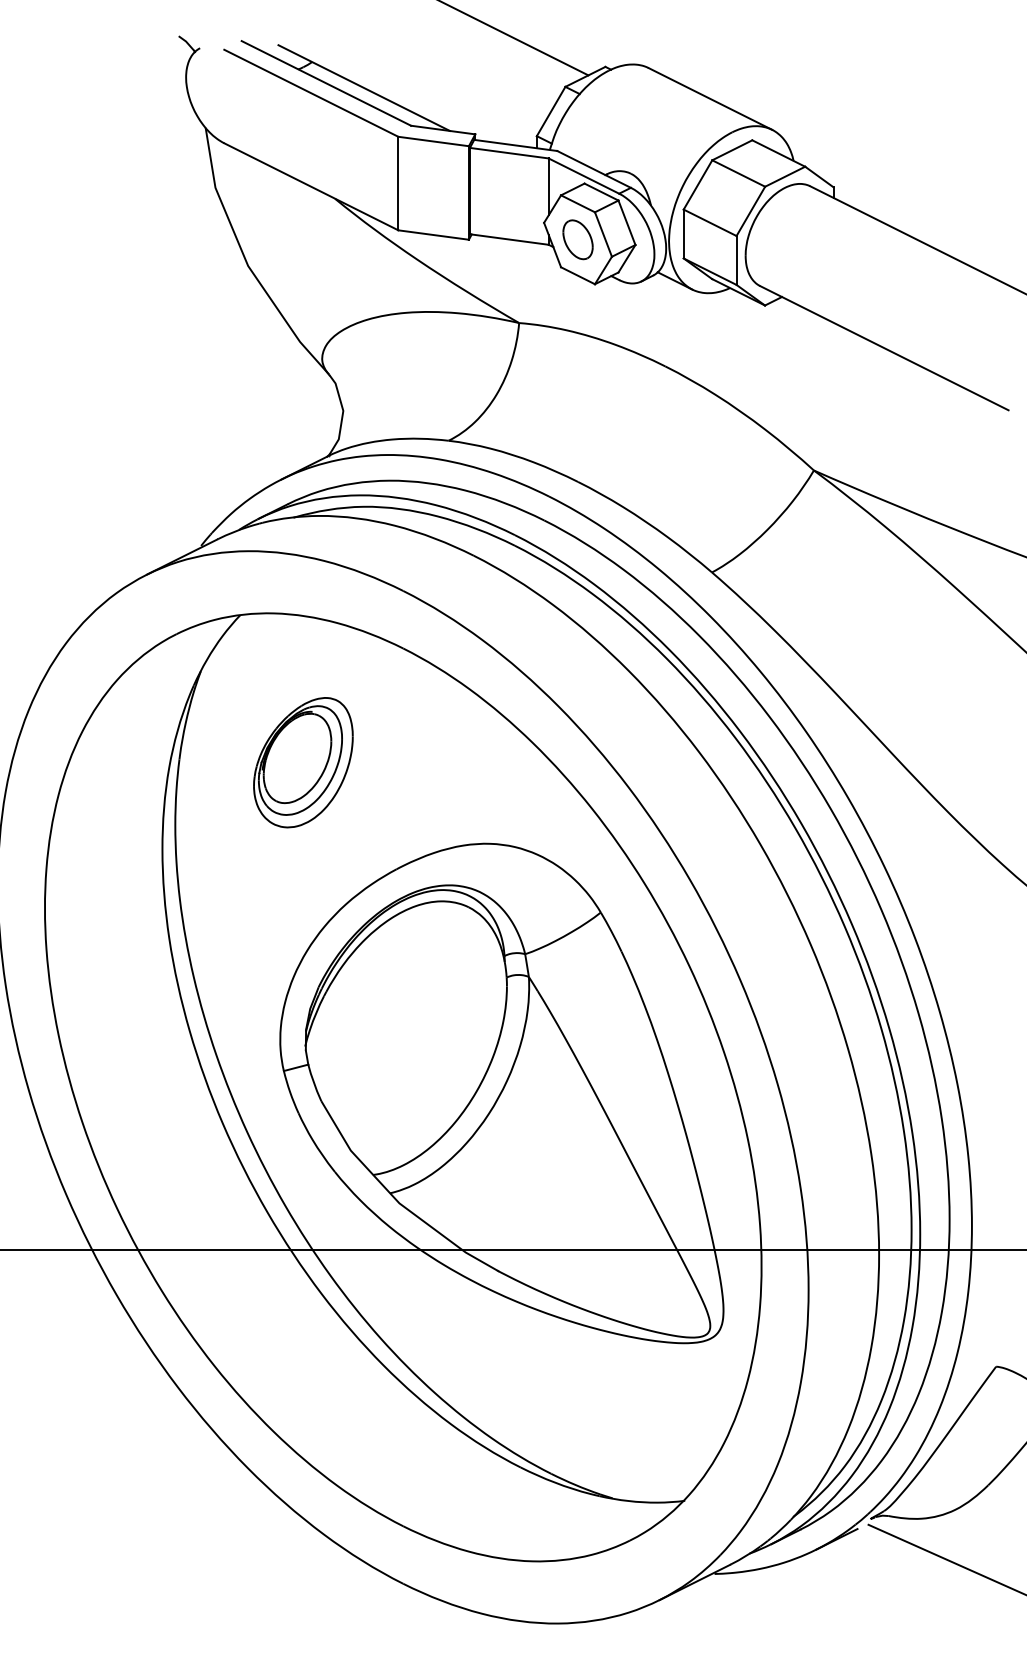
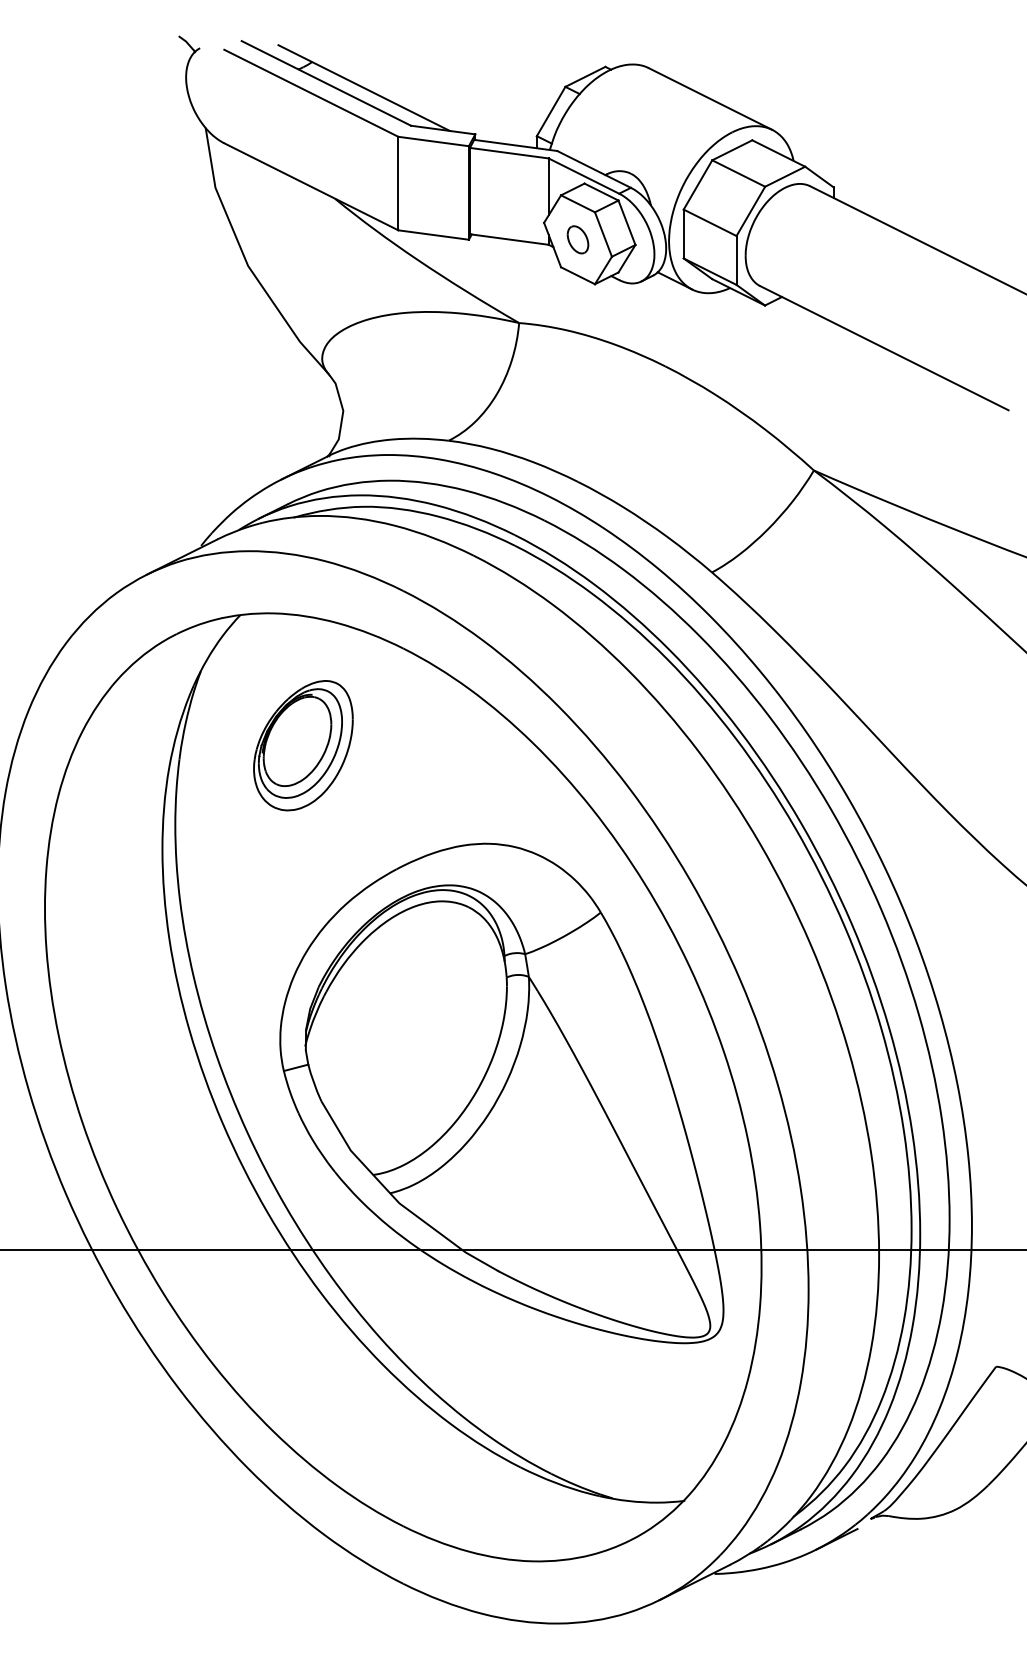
line at (515, 38): present -> none
part at (577, 239) size: 32x42 px -> 24x30 px
part at (303, 762) position: (303, 762) -> (303, 745)
line at (945, 1559): present -> none
